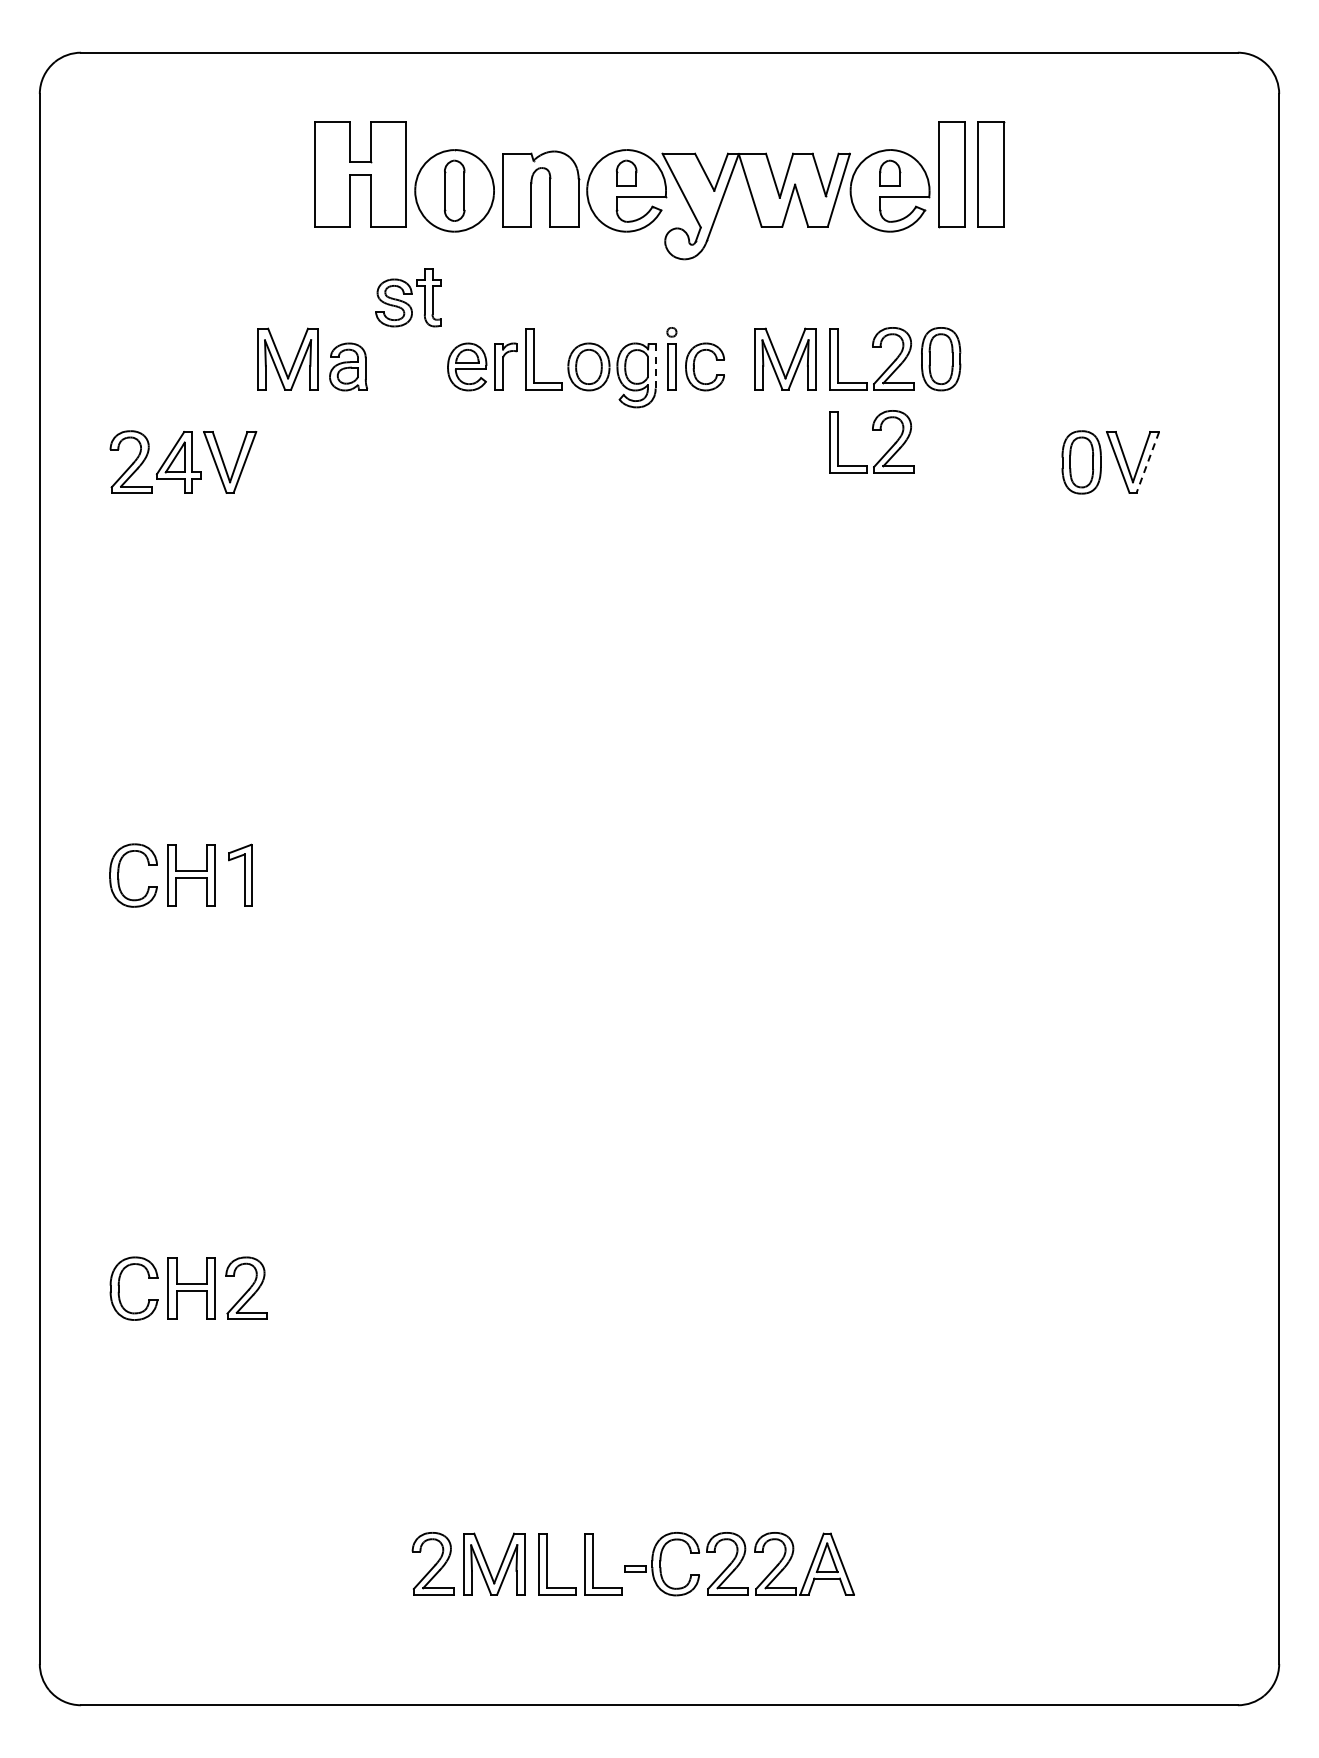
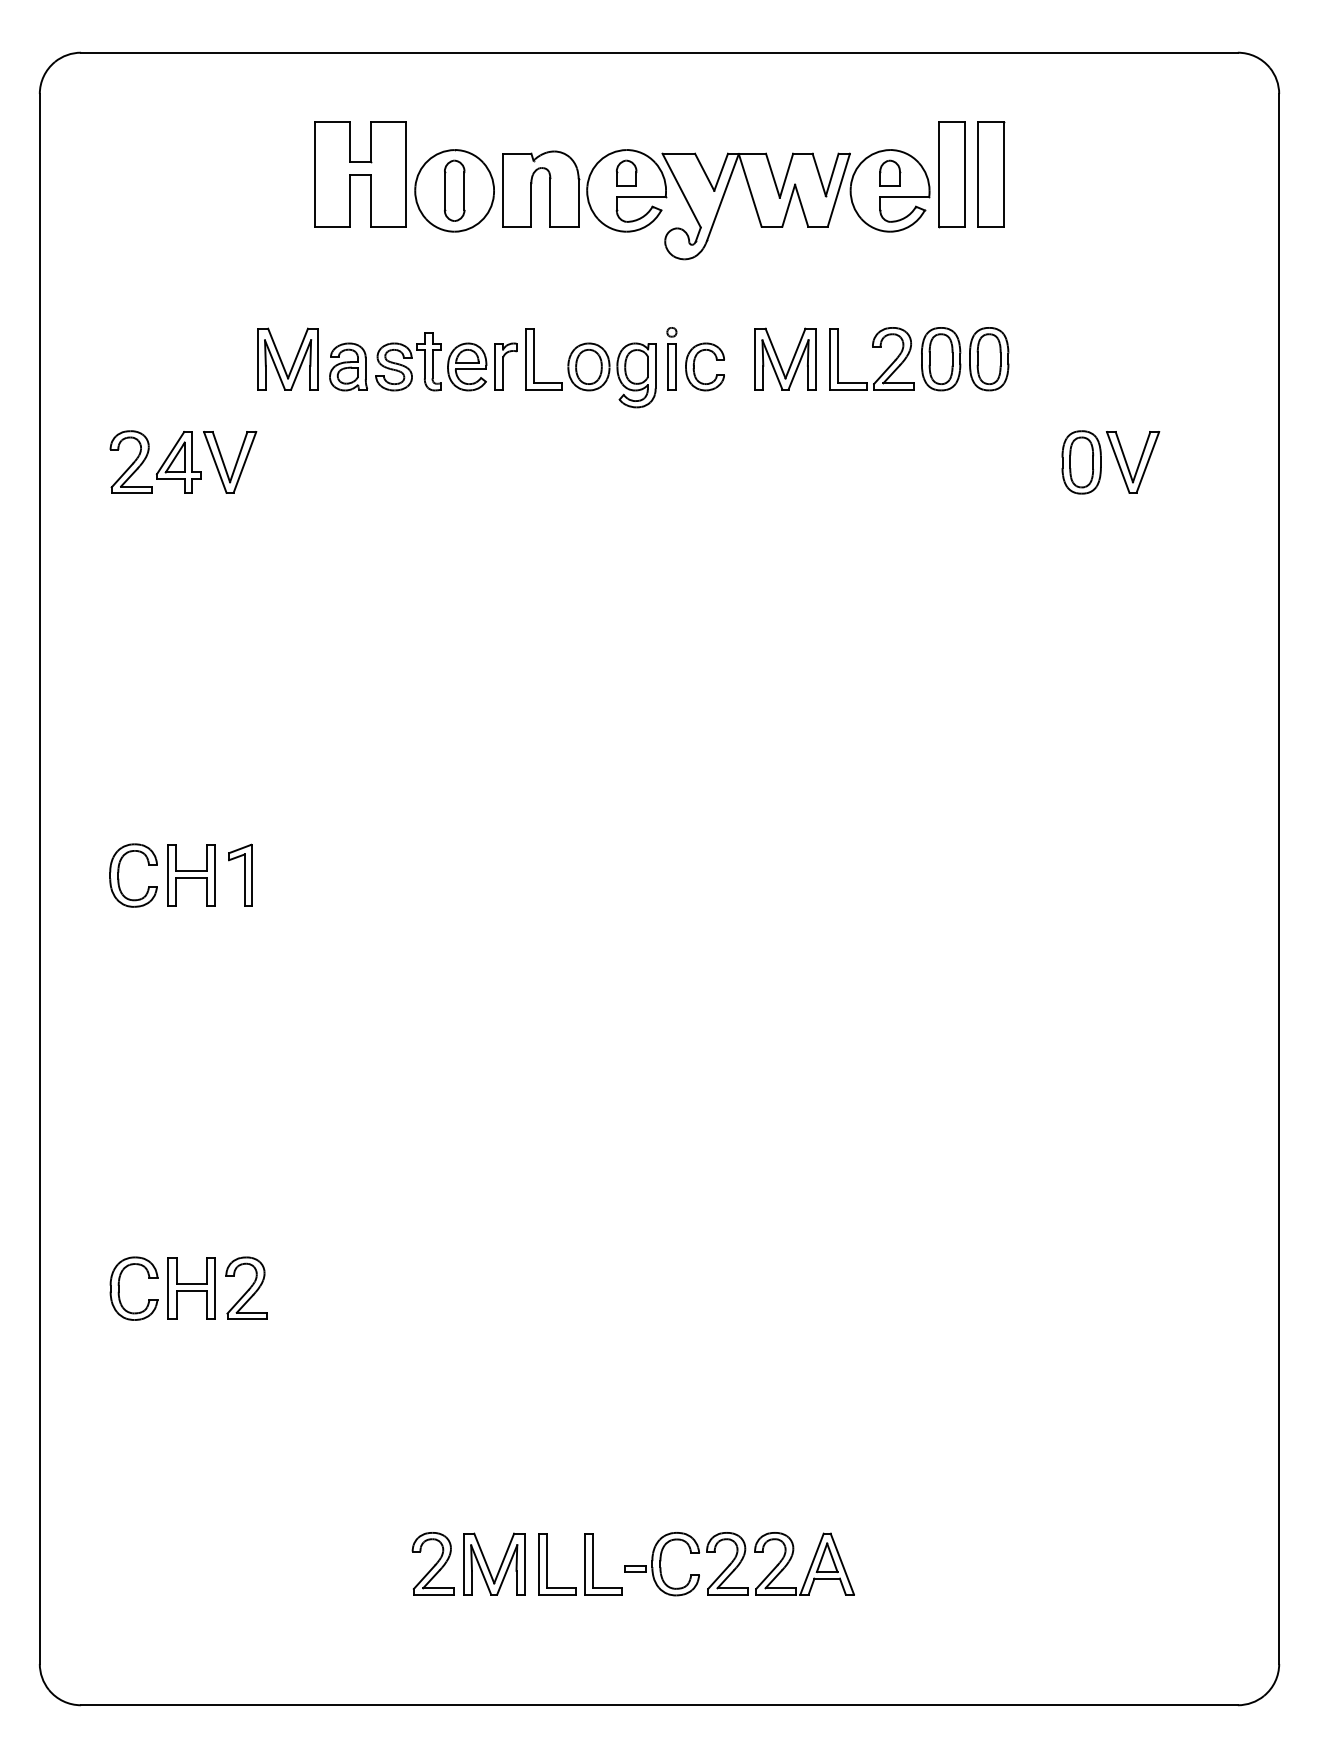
part at (408, 297) position: (408, 297) -> (408, 361)
part at (989, 359): none -> present
line at (655, 366): dashed -> solid
part at (872, 430): present -> none
line at (1147, 462): dashed -> solid
